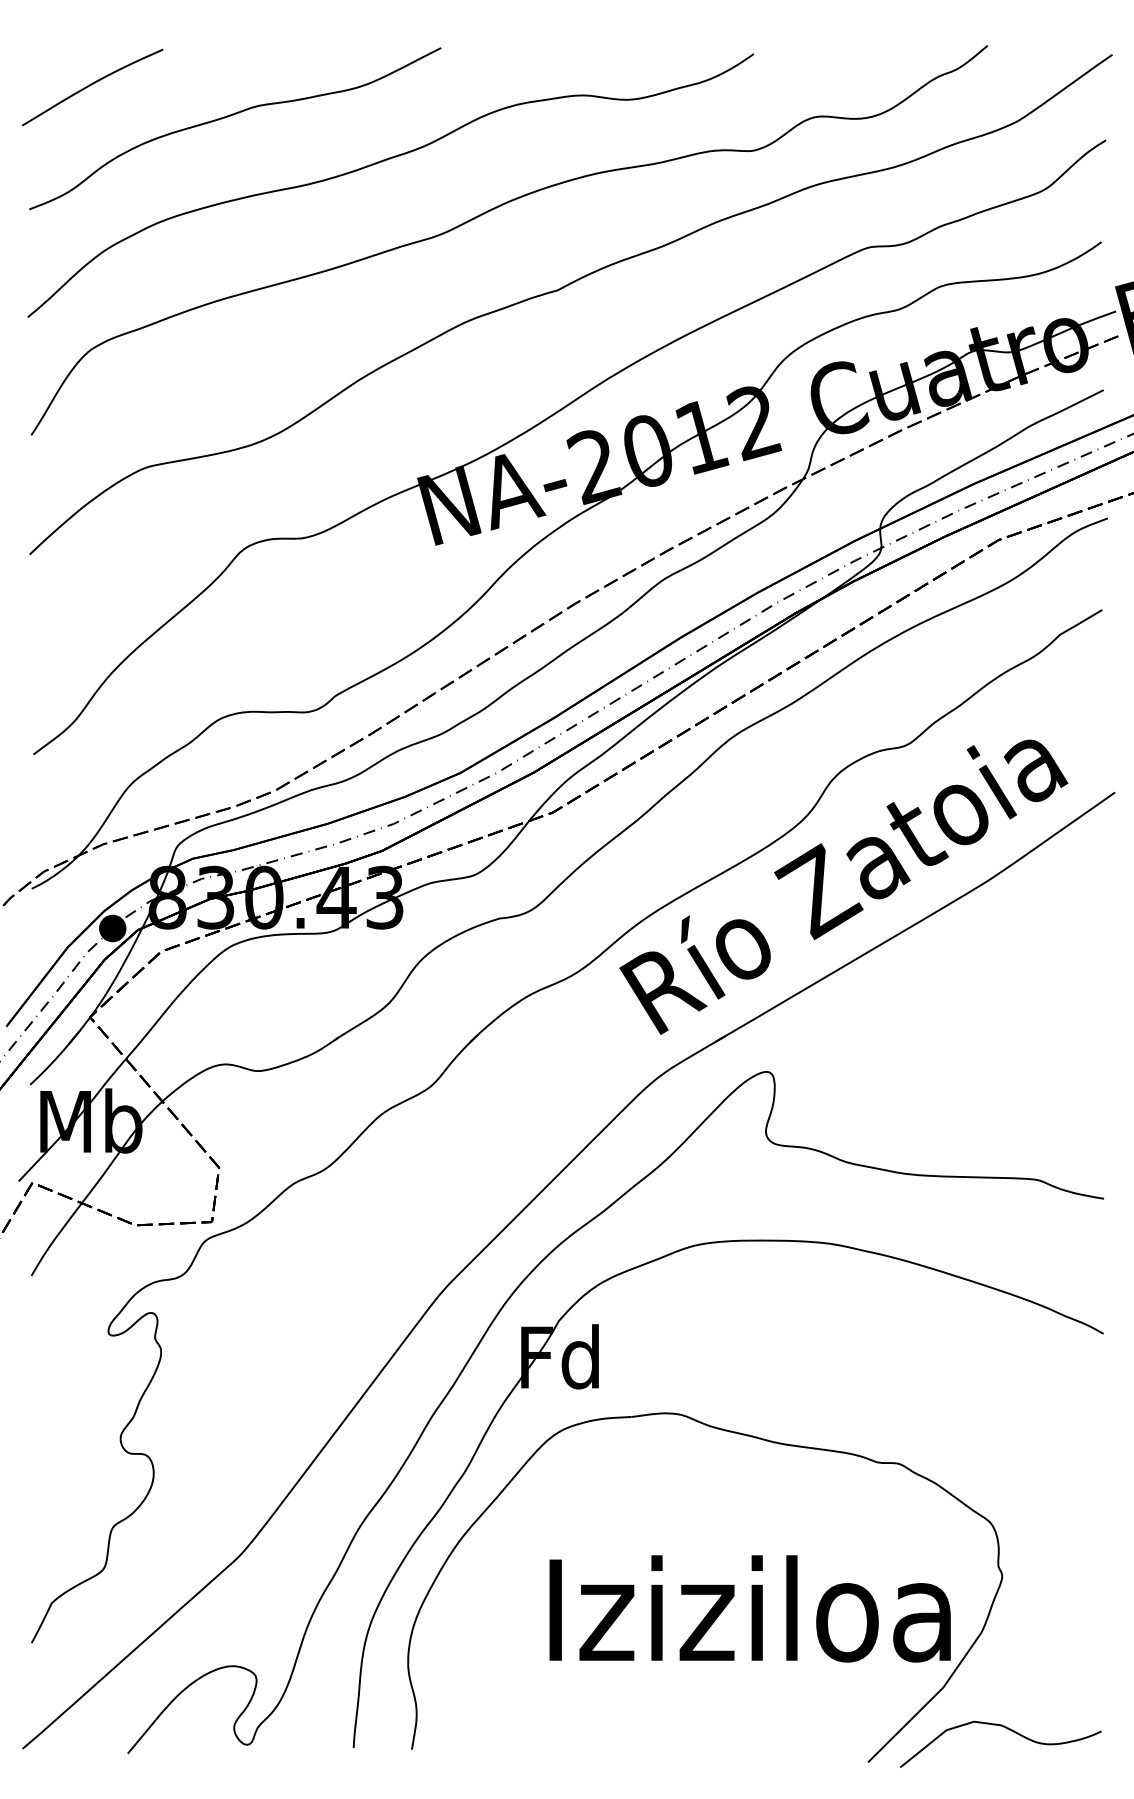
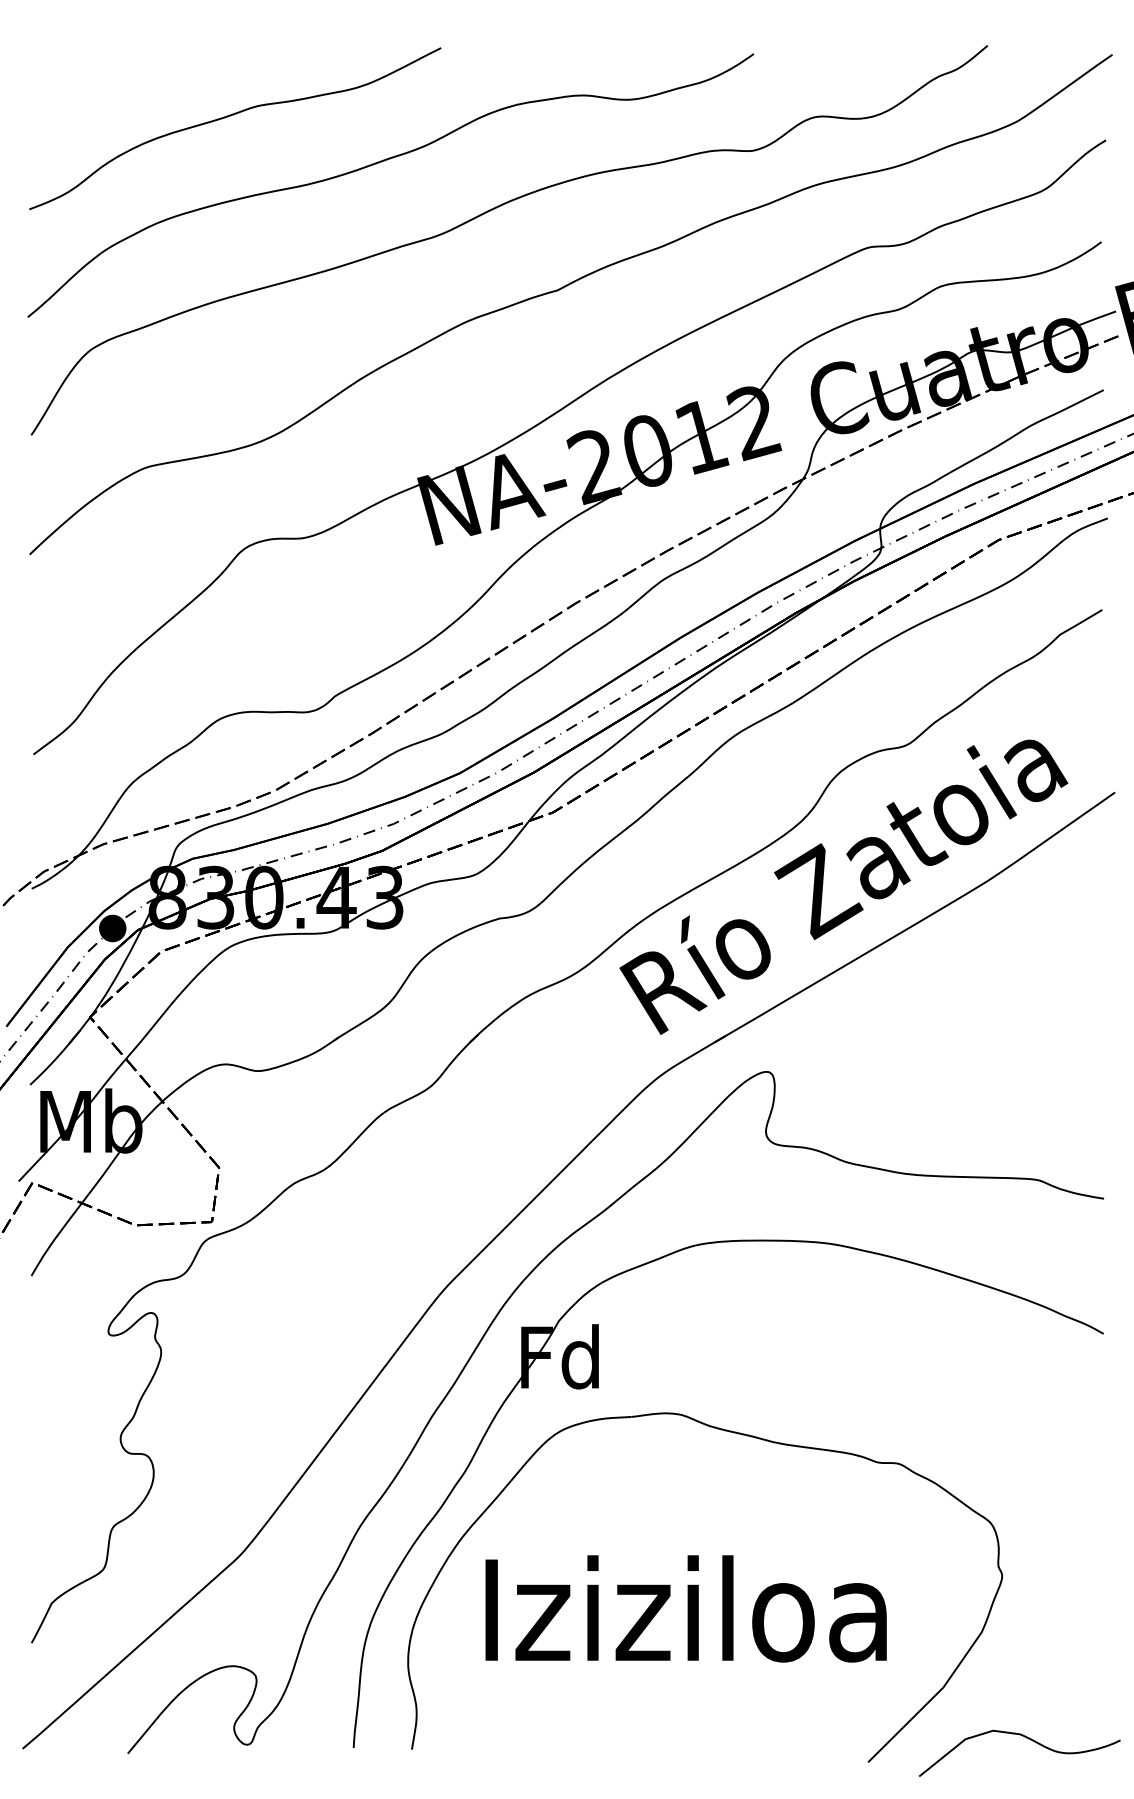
curve at (91, 85): present -> none
text at (749, 1608) position: (749, 1608) -> (685, 1608)
curve at (1007, 1729) position: (1007, 1729) -> (1026, 1738)
